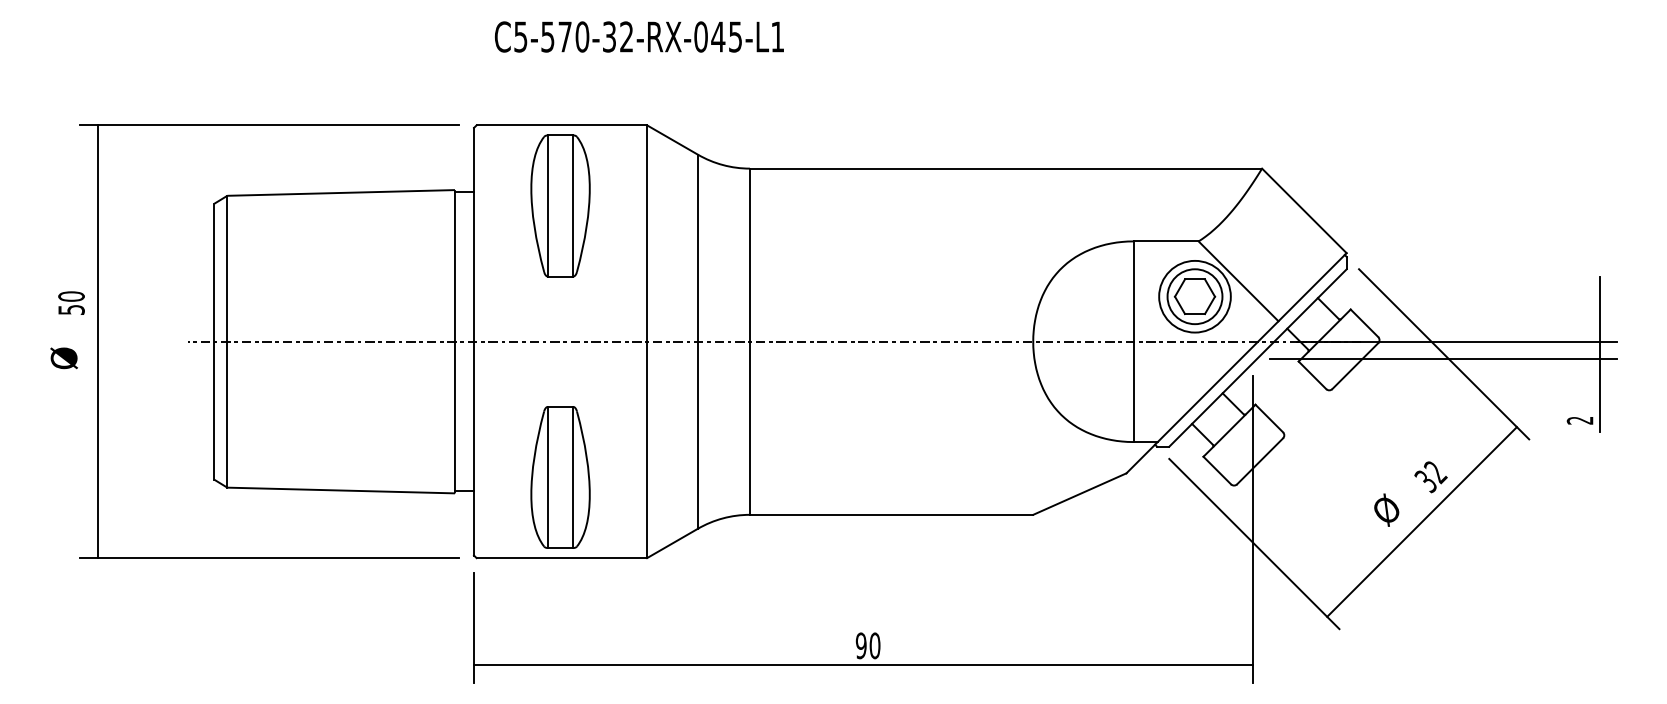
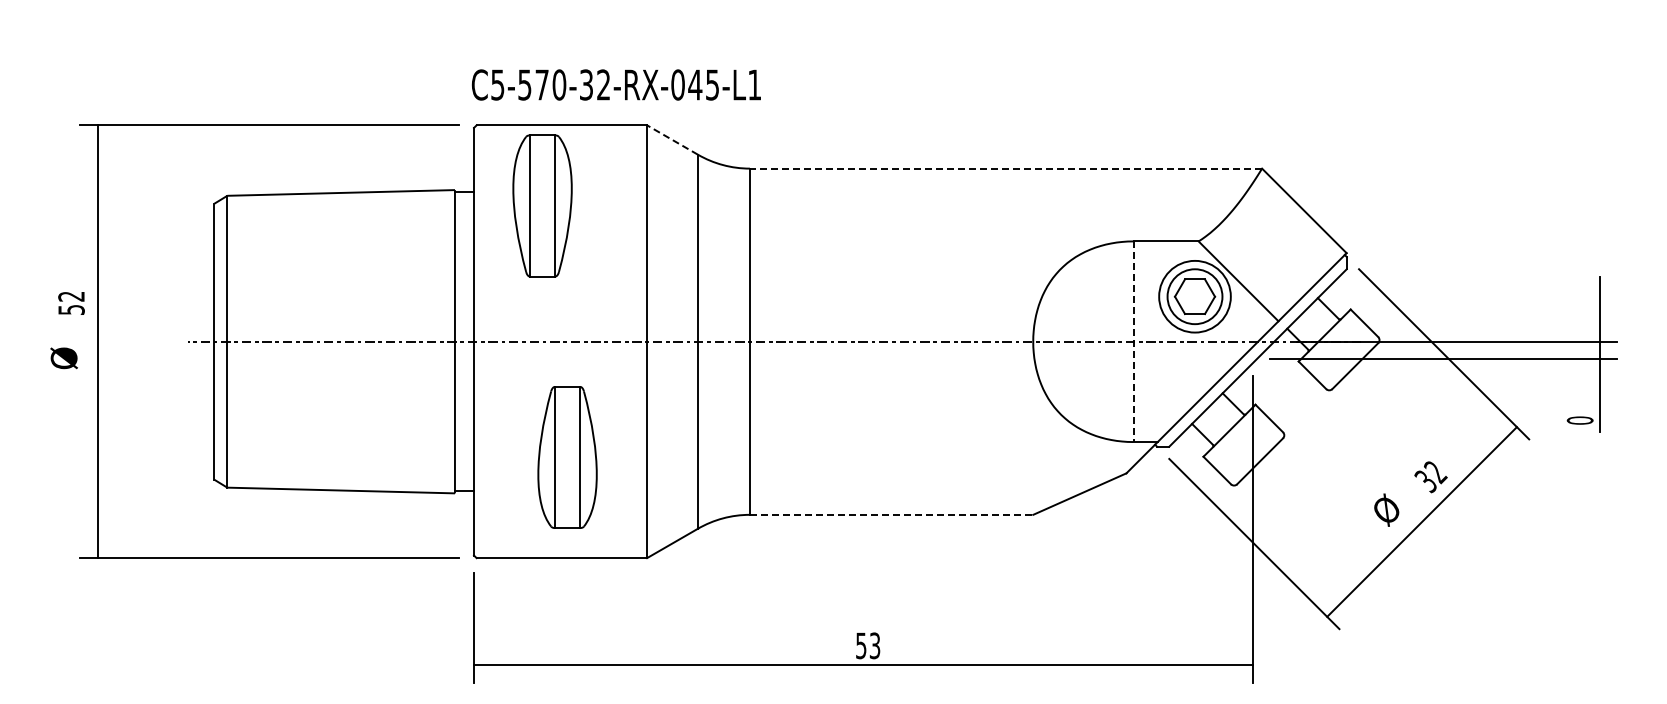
text at (639, 36) position: (639, 36) -> (616, 84)
line at (672, 139): solid -> dashed
line at (1005, 168): solid -> dashed
part at (560, 205) position: (560, 205) -> (542, 205)
text at (71, 296): 50 -> 52
line at (1133, 342): solid -> dashed
text at (1579, 420): 2 -> 0
part at (560, 477) position: (560, 477) -> (567, 457)
line at (891, 514): solid -> dashed
text at (867, 645): 90 -> 53
